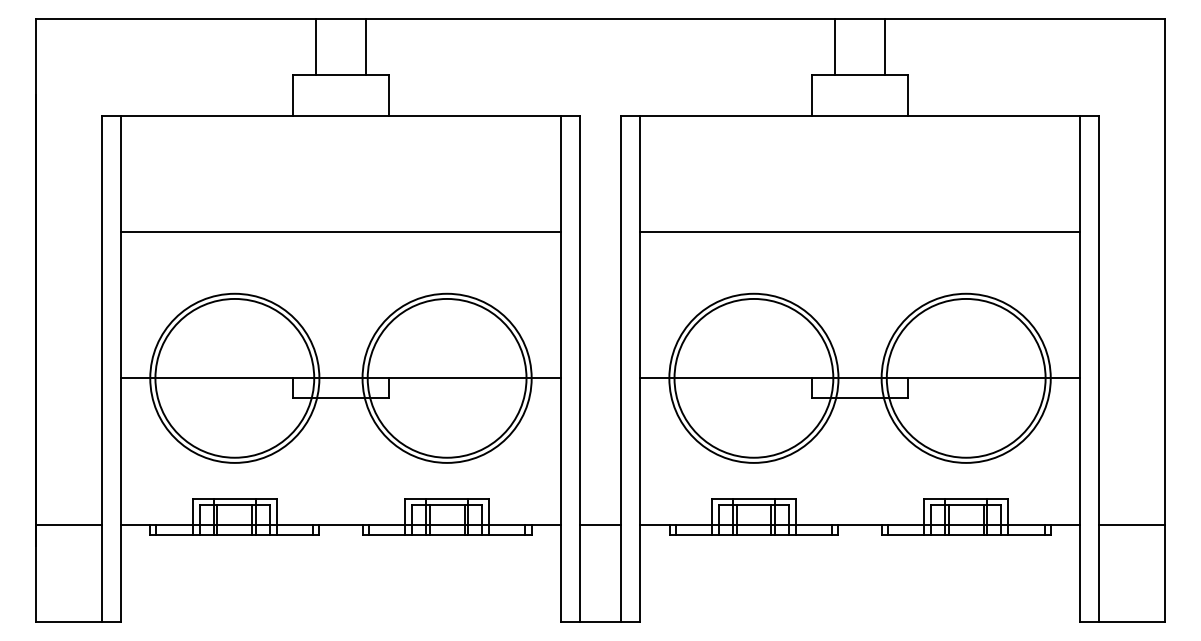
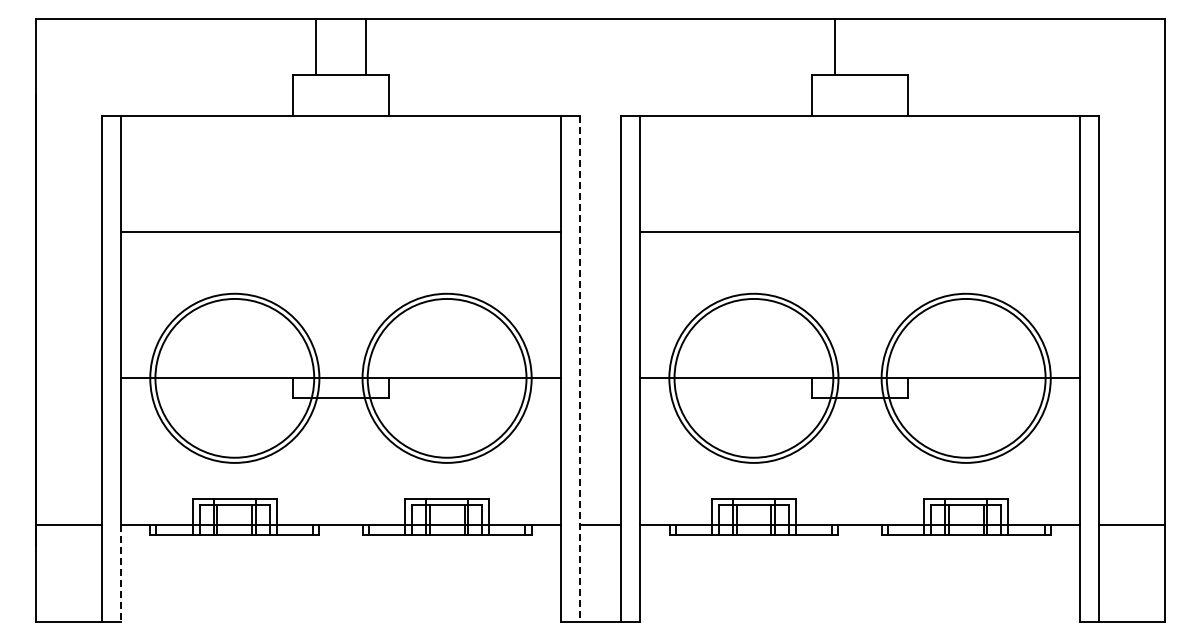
line at (885, 47): present -> none
line at (580, 368): solid -> dashed
line at (120, 573): solid -> dashed
